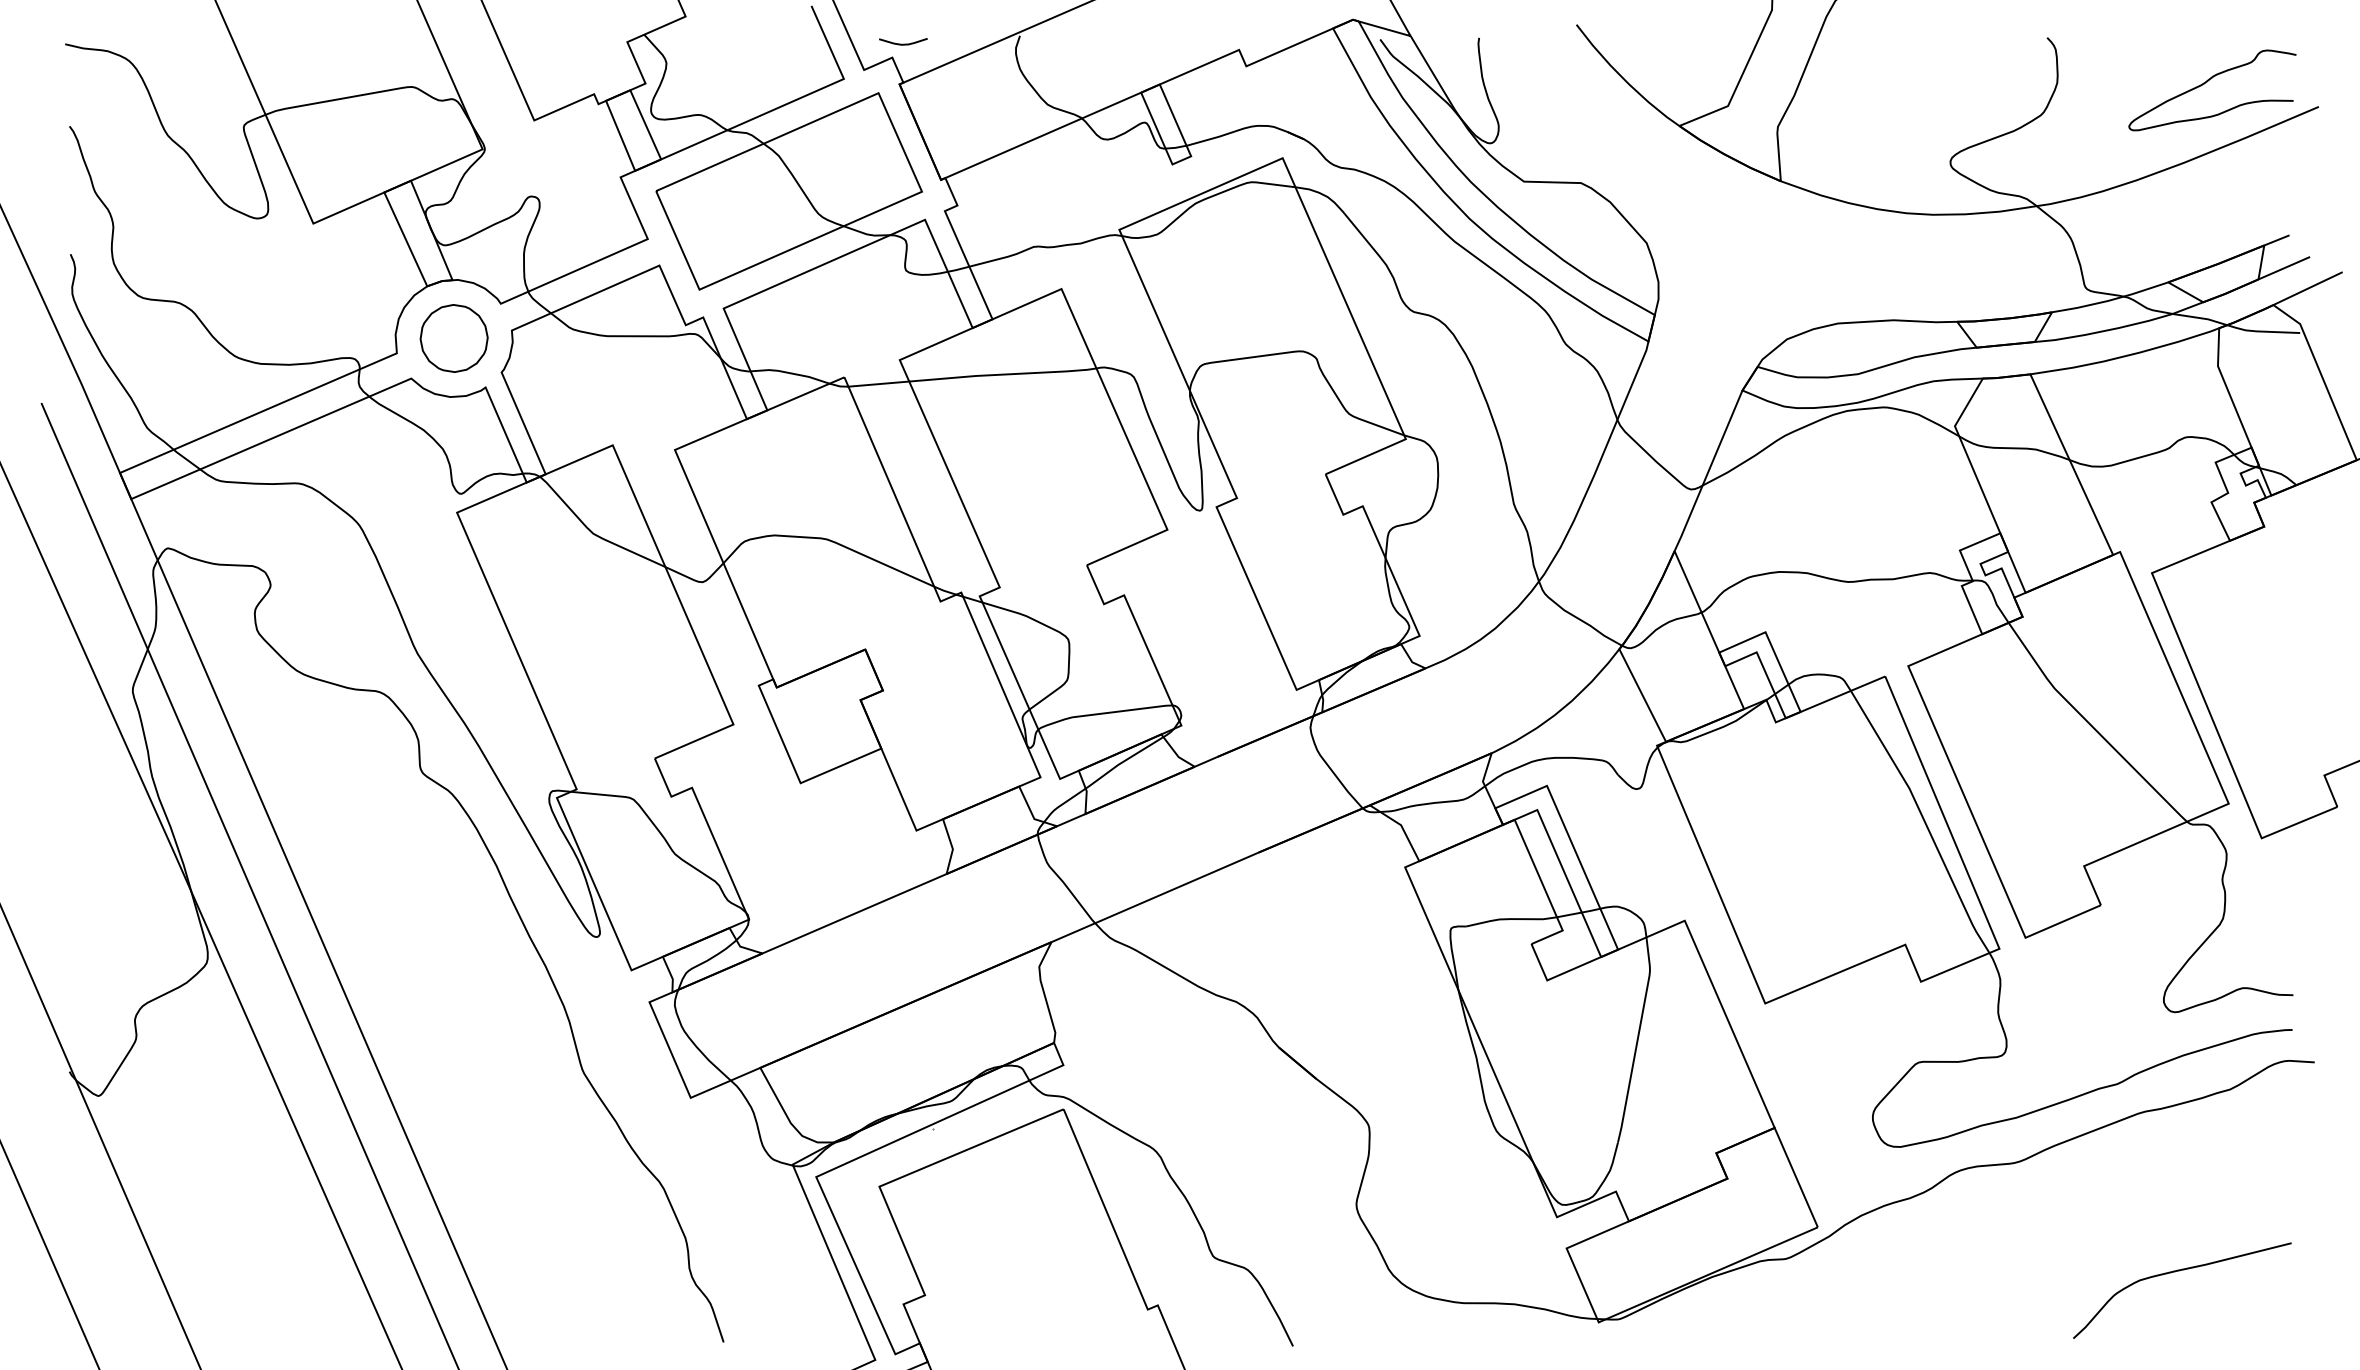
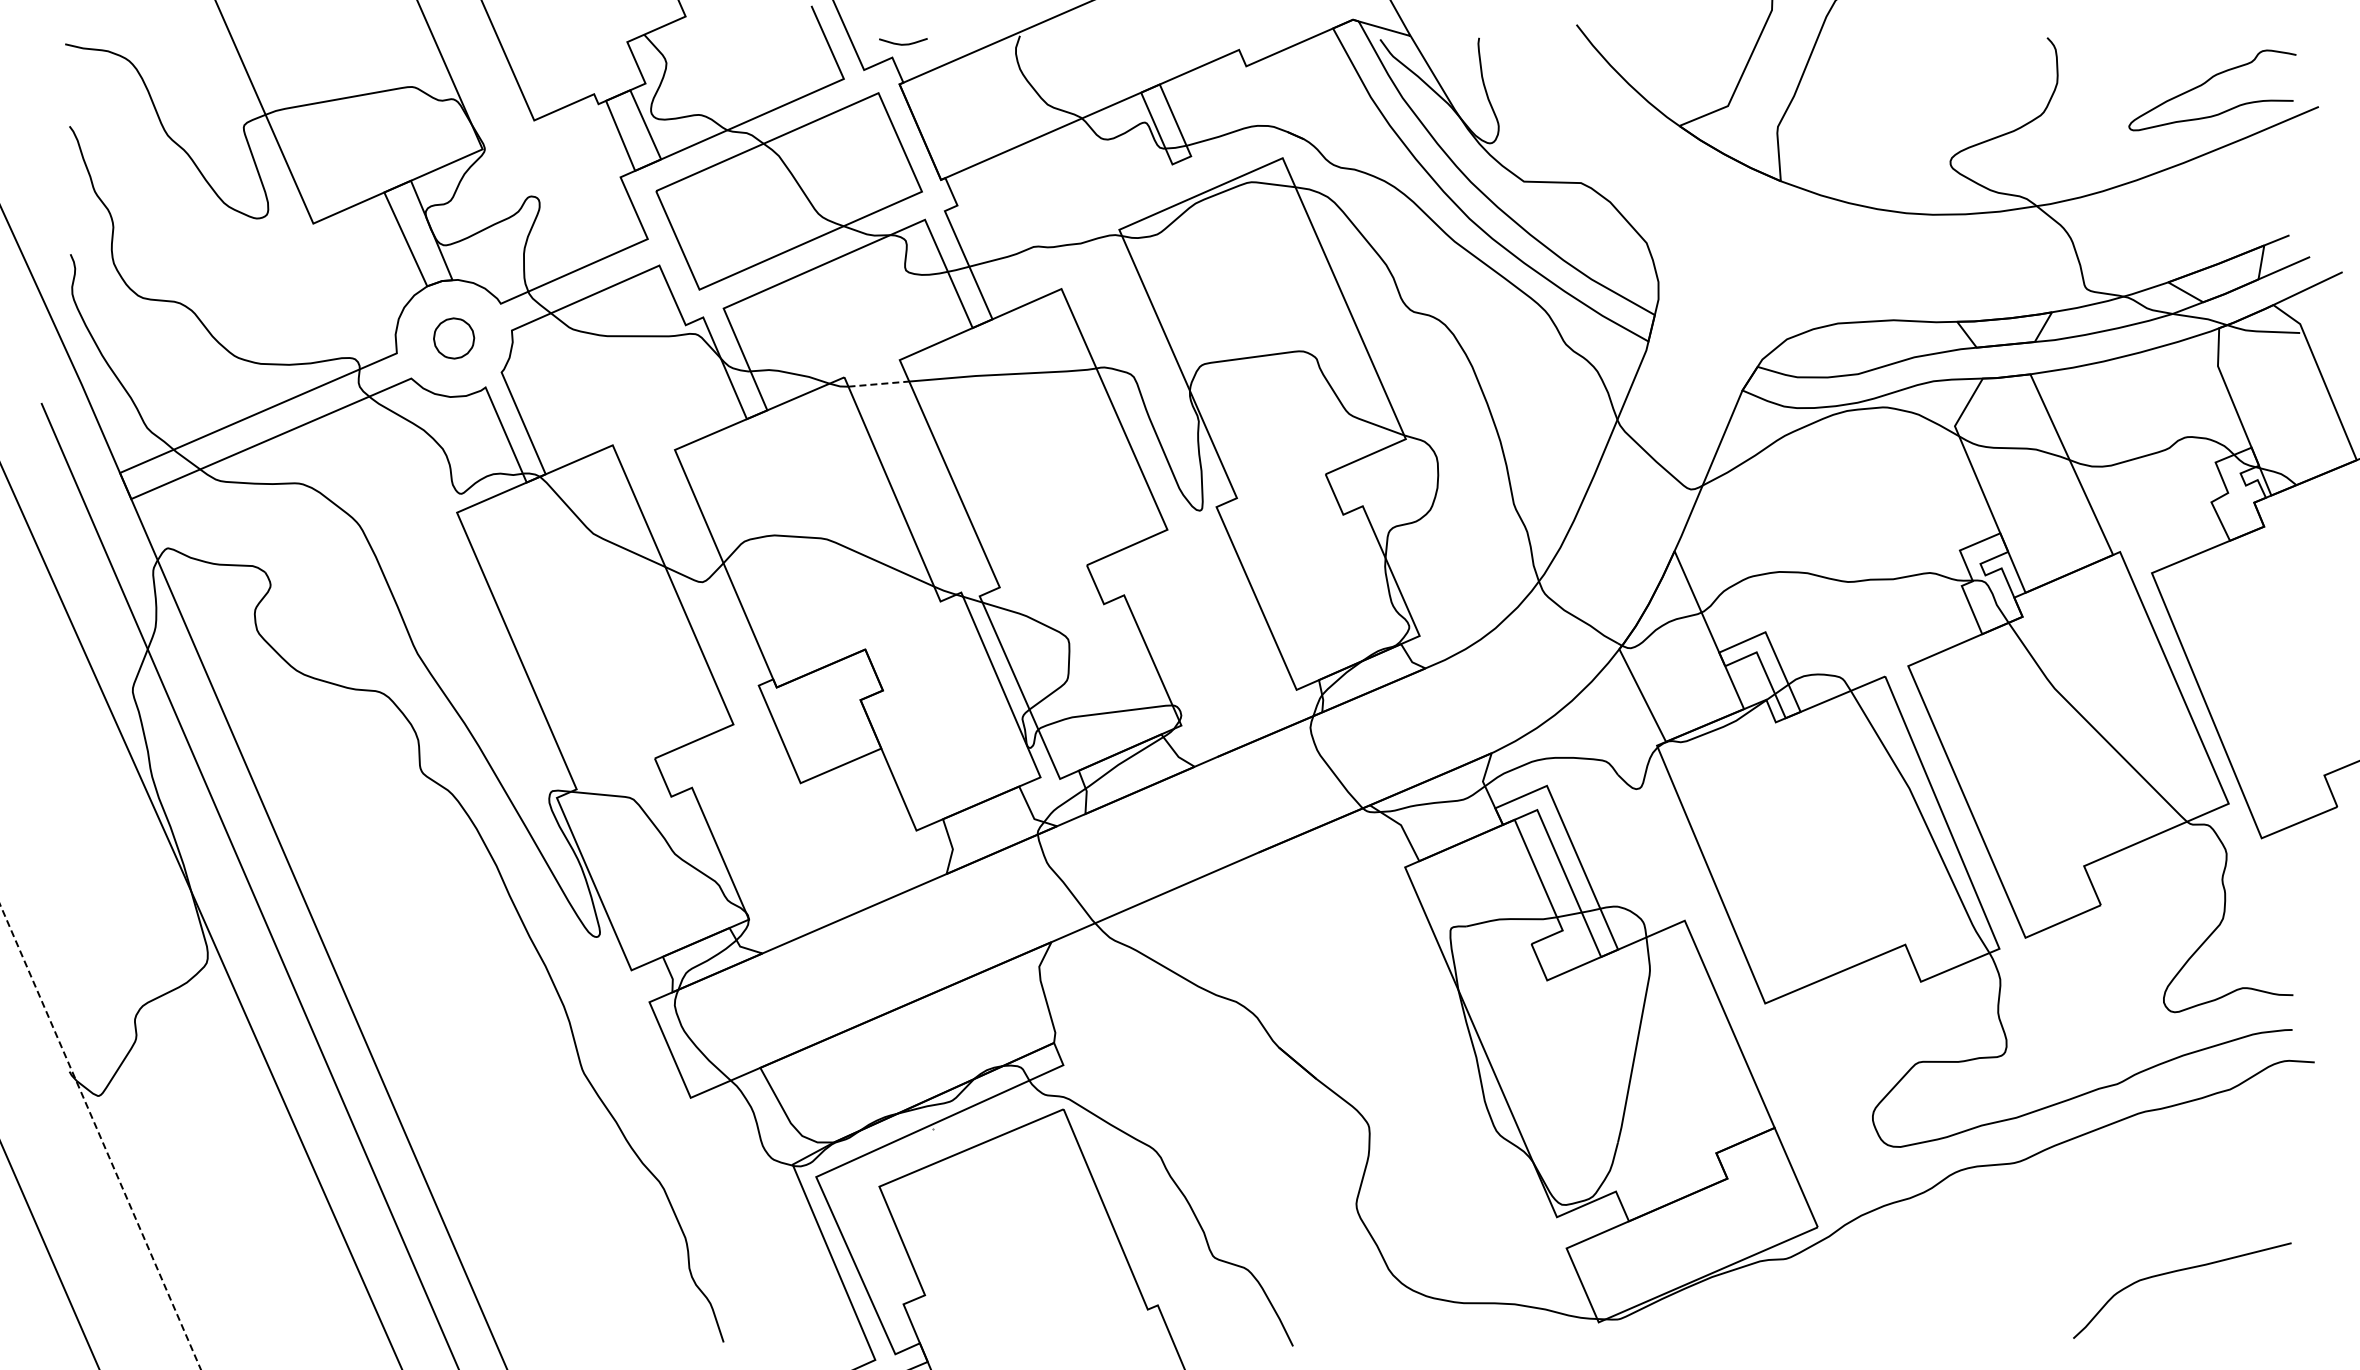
part at (453, 338) size: 70x69 px -> 43x43 px
line at (879, 384): solid -> dashed
line at (100, 1136): solid -> dashed
